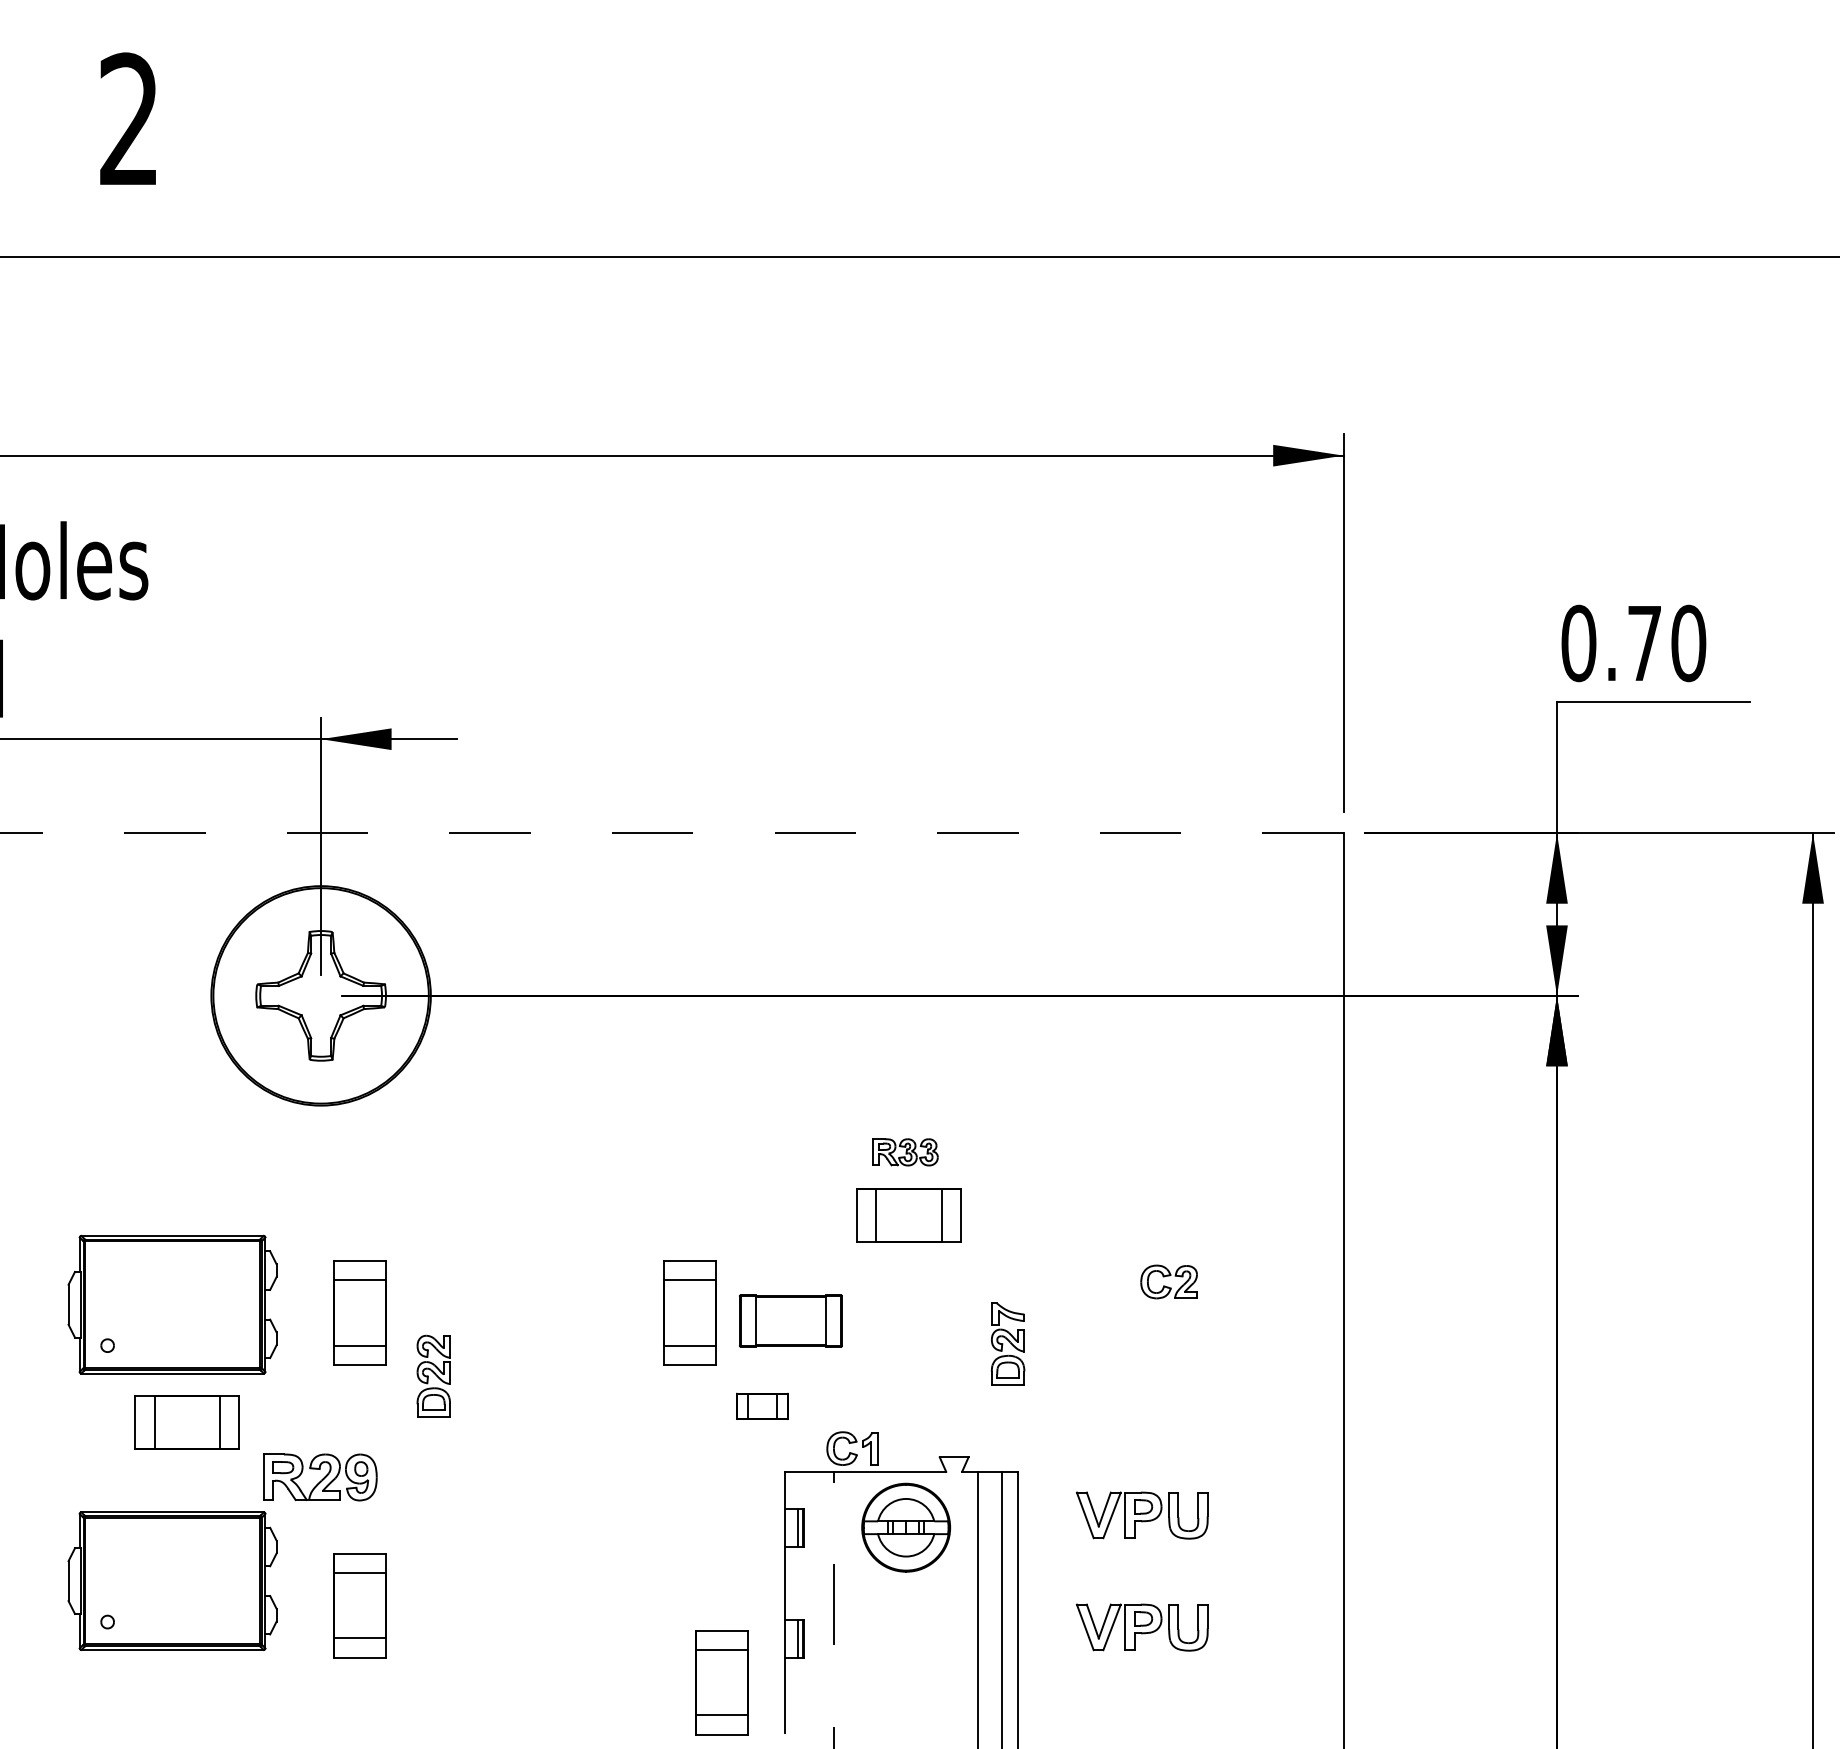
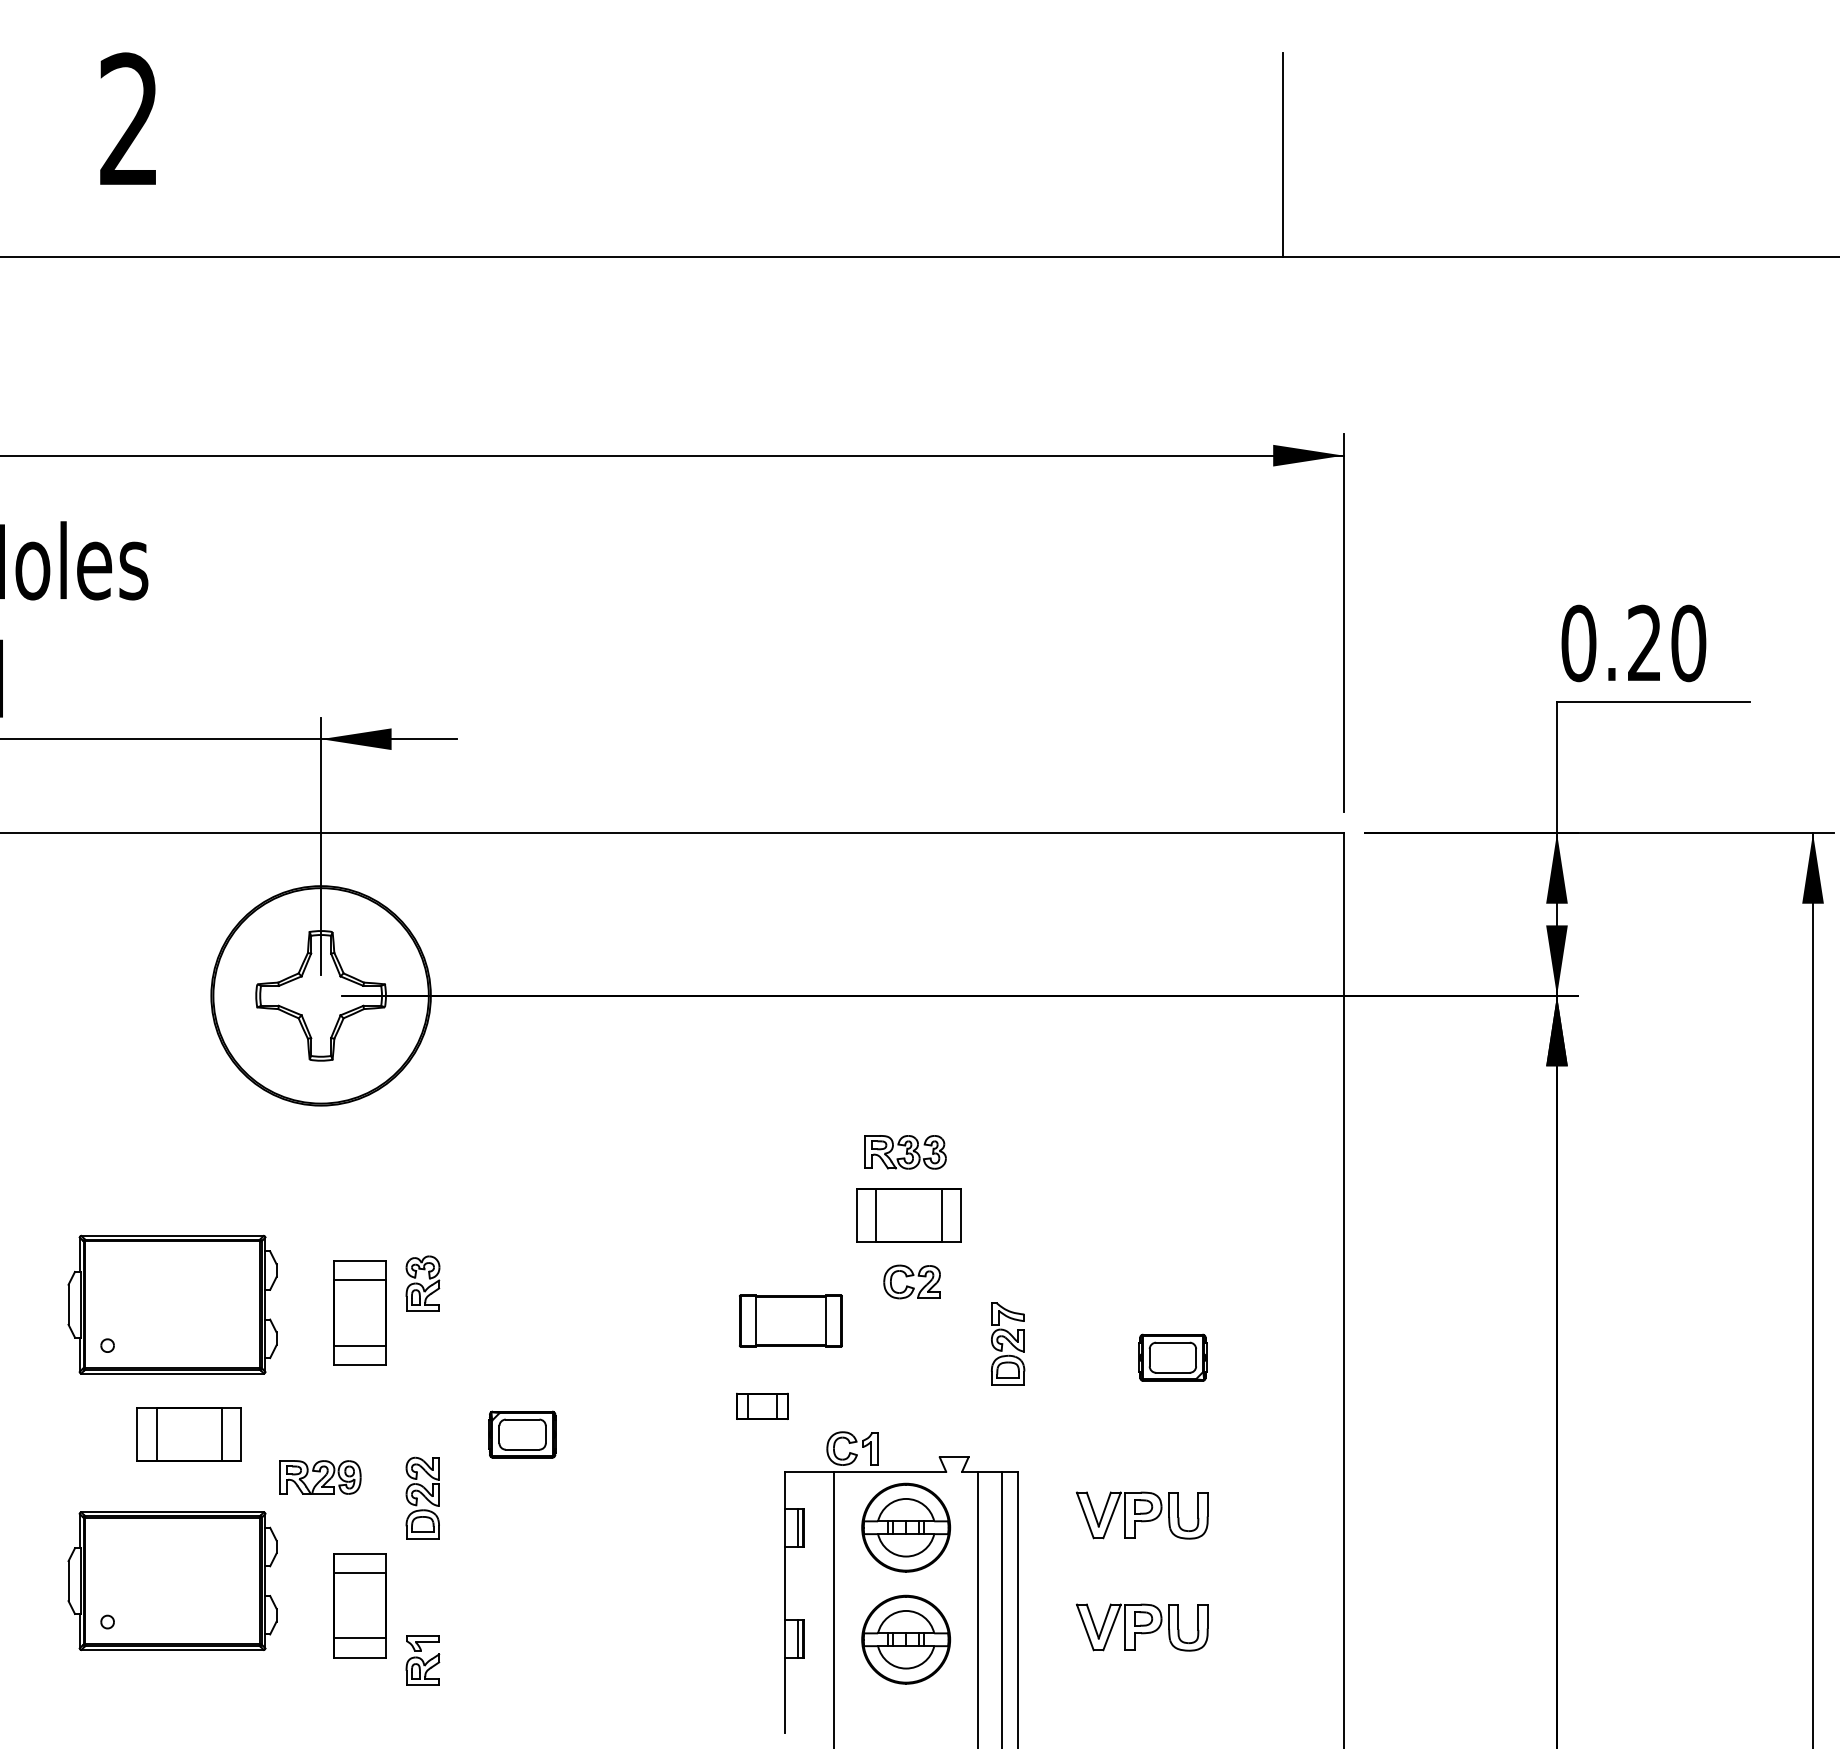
line at (1282, 154): none -> present
text at (1644, 642): 0.70 -> 0.20
line at (671, 833): dashed -> solid
part at (905, 1152) size: 67x29 px -> 83x35 px
part at (1168, 1281) position: (1168, 1281) -> (911, 1281)
part at (422, 1283): none -> present
part at (689, 1312): present -> none
part at (1172, 1357): none -> present
part at (433, 1375) position: (433, 1375) -> (422, 1497)
part at (186, 1422) position: (186, 1422) -> (188, 1434)
part at (522, 1434): none -> present
part at (320, 1477) size: 115x49 px -> 83x35 px
line at (834, 1610): dashed -> solid
part at (906, 1639): none -> present
part at (422, 1660): none -> present
part at (721, 1682): present -> none
